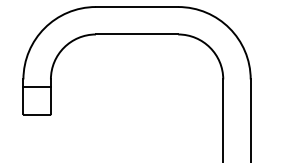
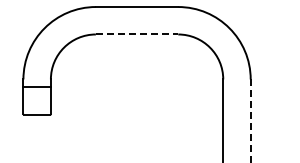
line at (137, 34): solid -> dashed
line at (250, 121): solid -> dashed
